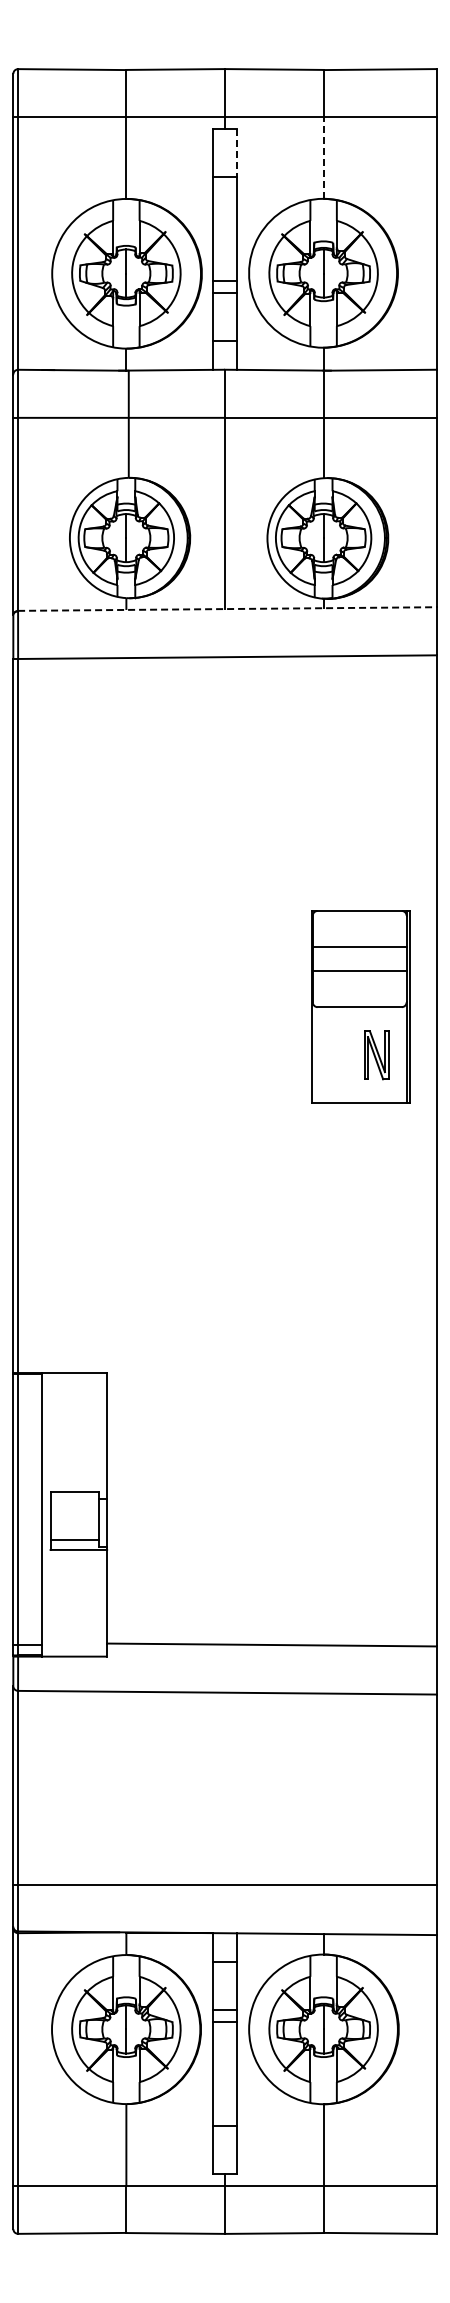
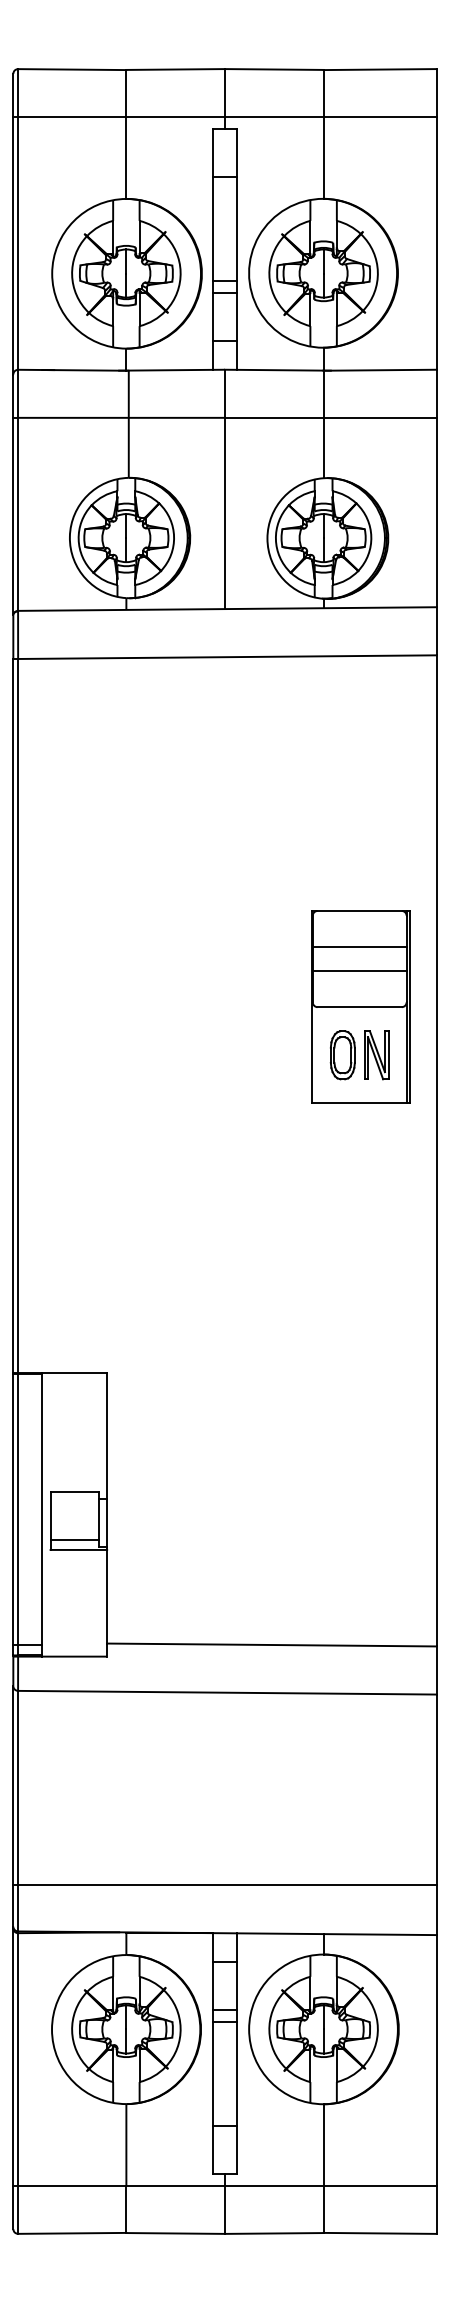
line at (237, 153): dashed -> solid
line at (323, 158): dashed -> solid
line at (227, 609): dashed -> solid
part at (342, 1055): none -> present
